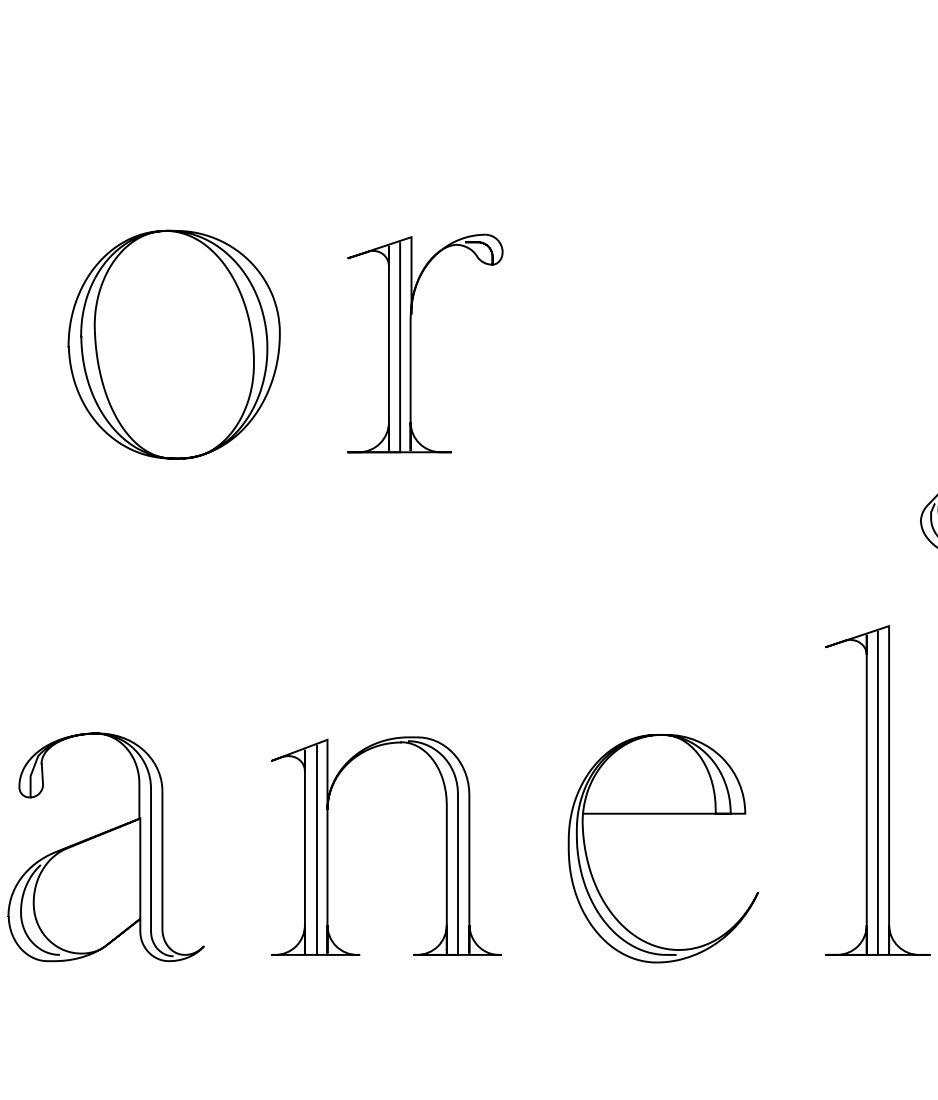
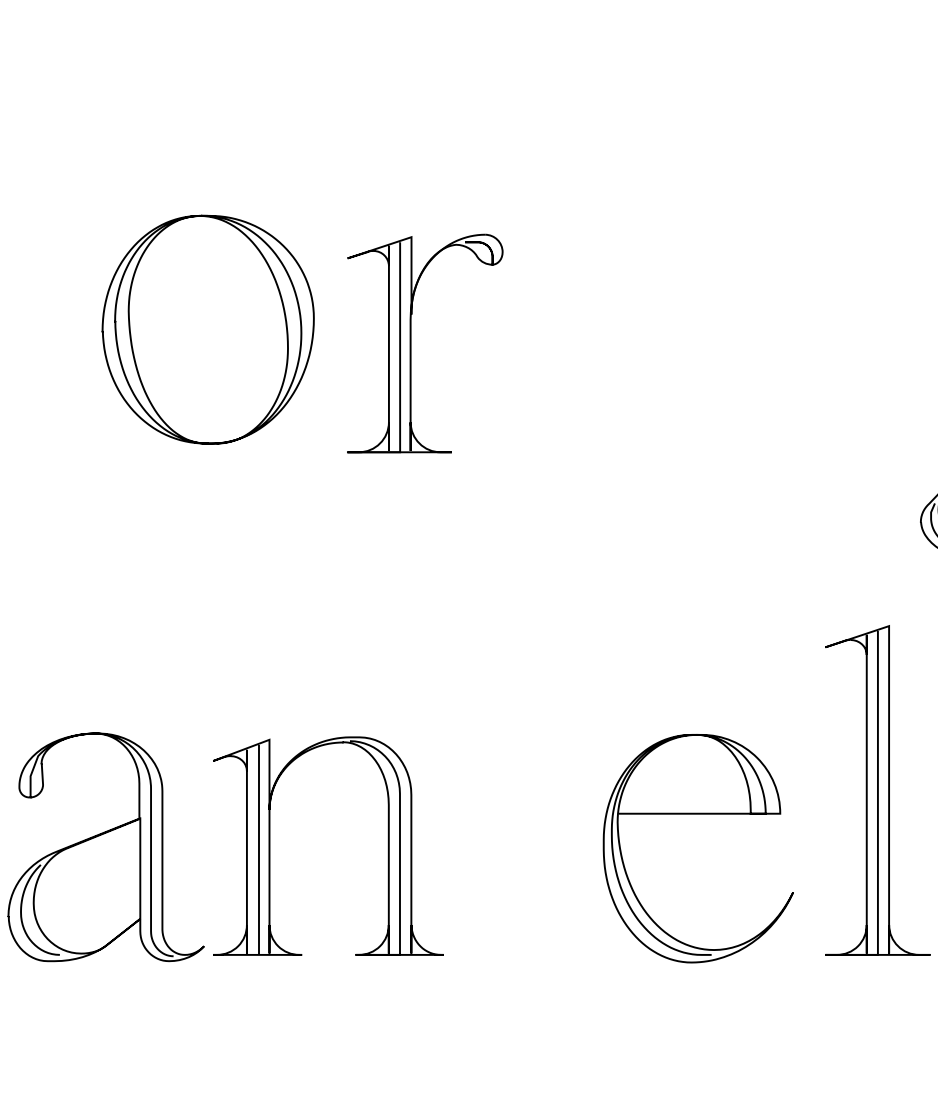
curve at (98, 356) position: (98, 356) -> (132, 341)
curve at (662, 814) position: (662, 814) -> (697, 814)
part at (328, 845) position: (328, 845) -> (270, 845)
